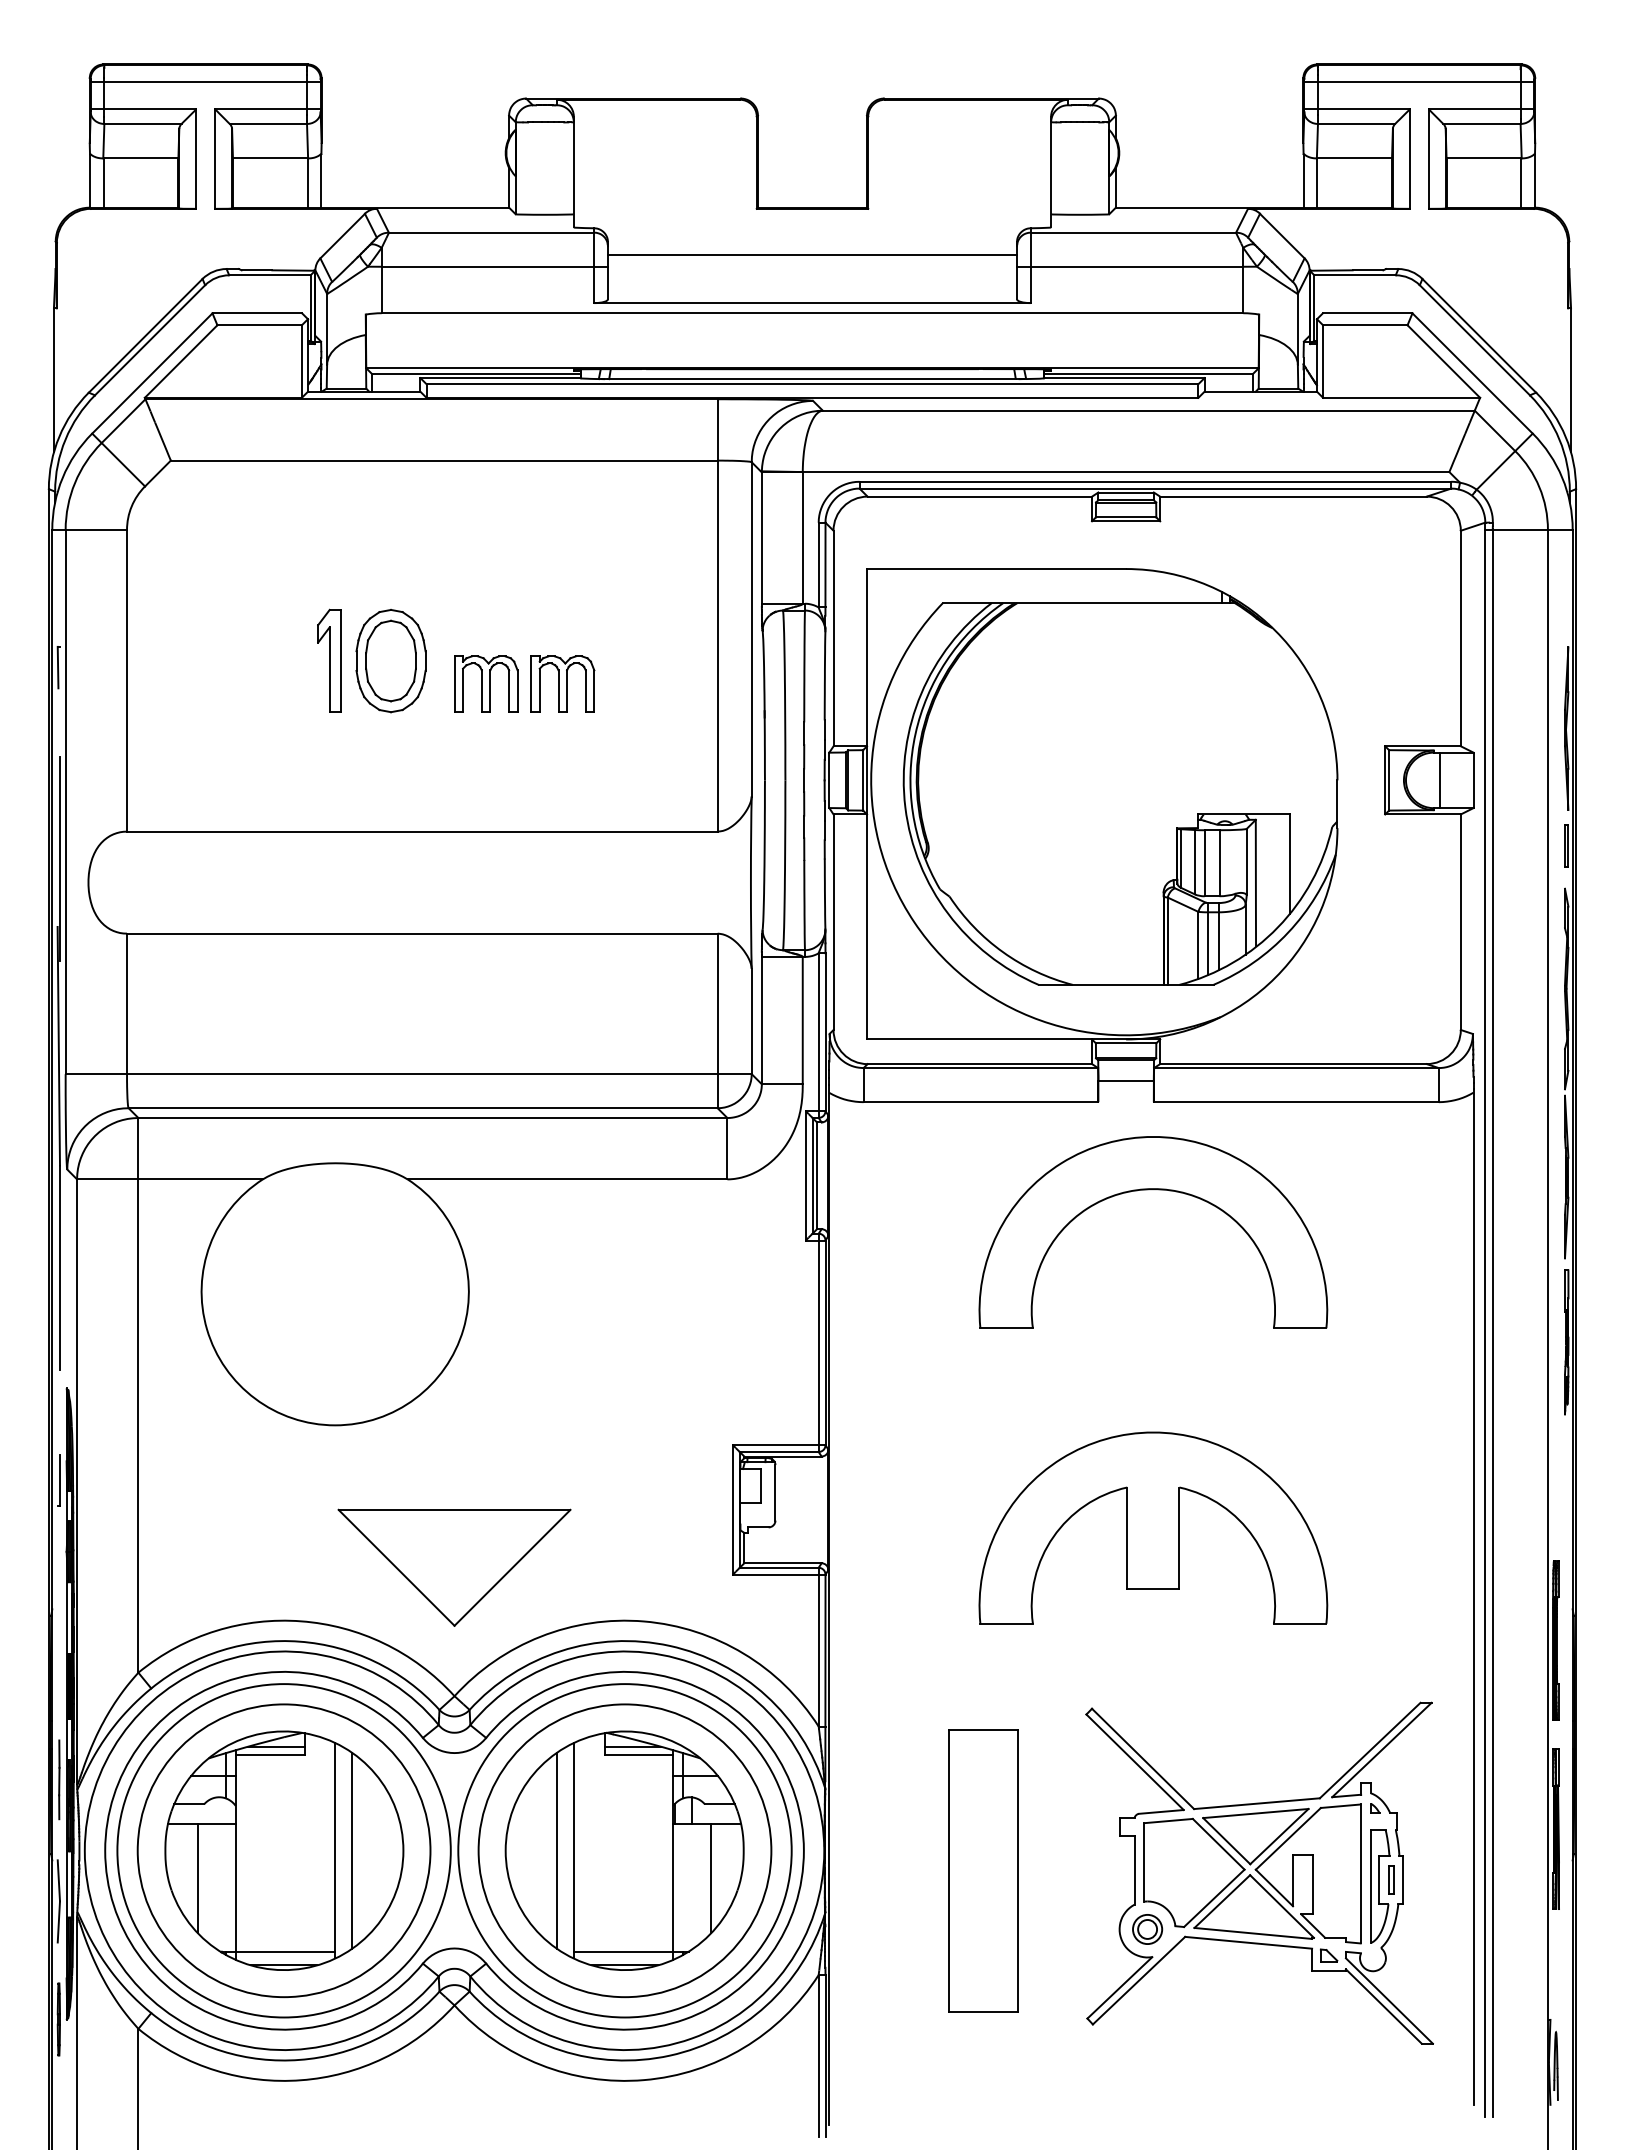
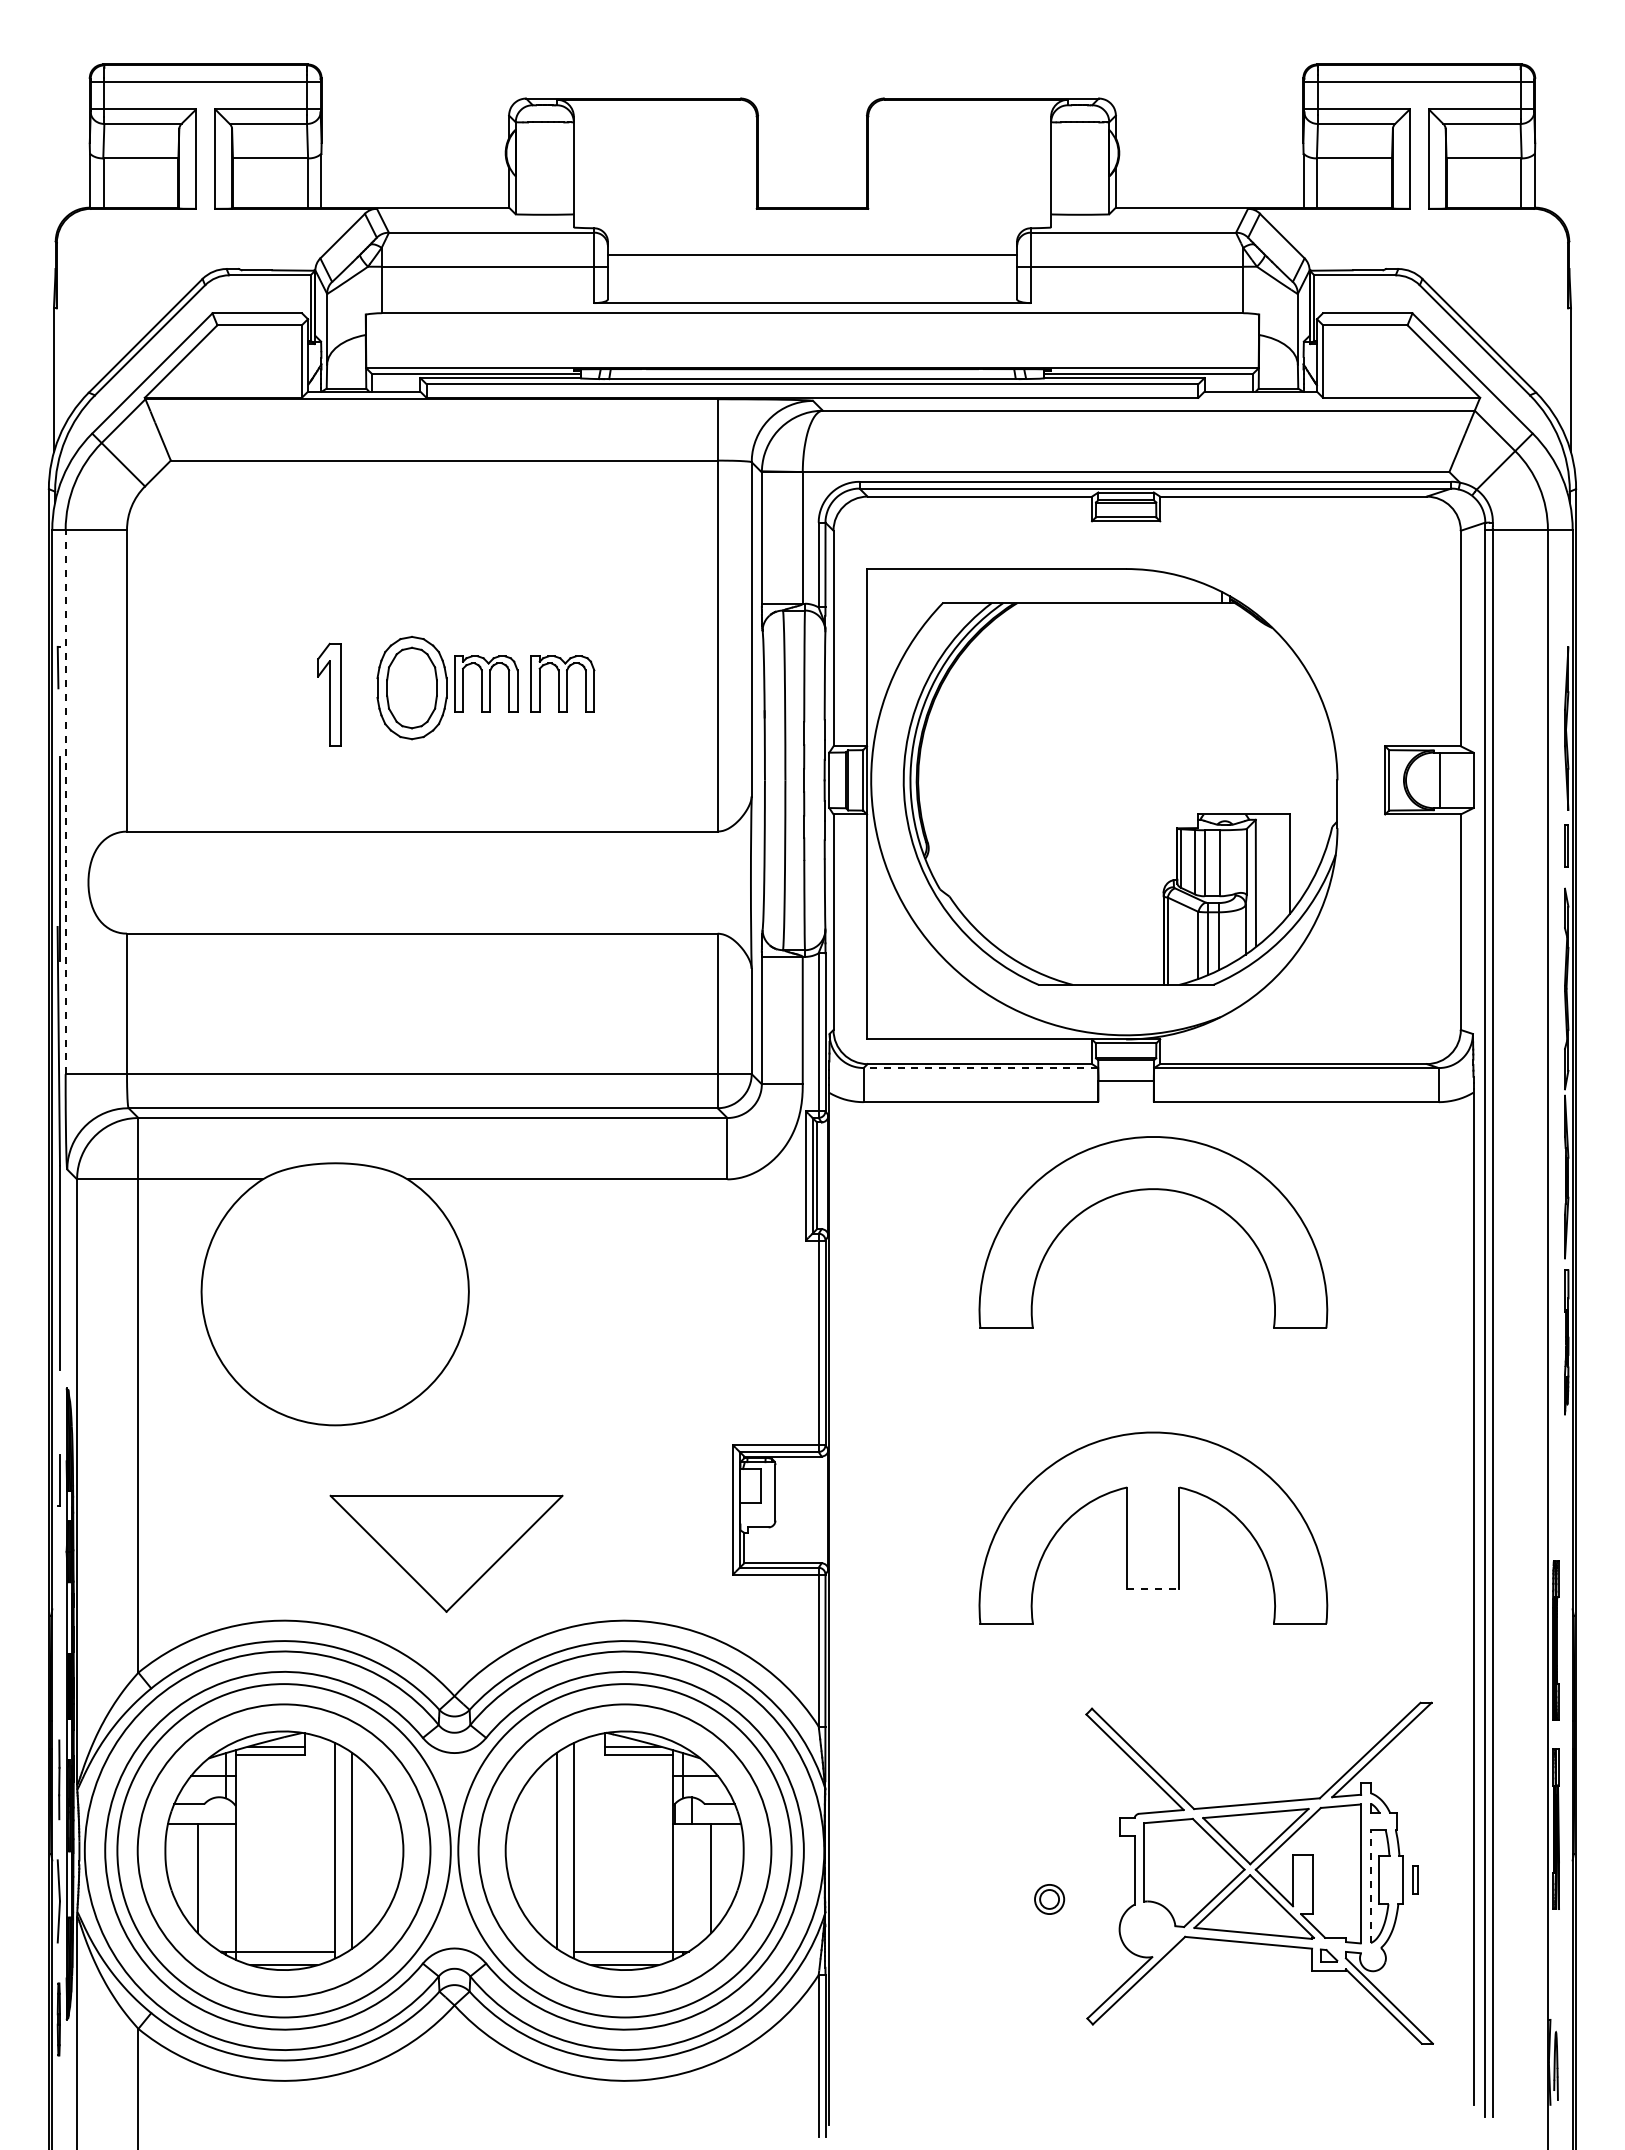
part at (329, 660) position: (329, 660) -> (329, 694)
part at (390, 661) position: (390, 661) -> (411, 688)
line at (65, 801): solid -> dashed
line at (980, 1068): solid -> dashed
part at (454, 1567) position: (454, 1567) -> (446, 1553)
line at (1153, 1588): solid -> dashed
part at (983, 1870): present -> none
part at (1391, 1879) position: (1391, 1879) -> (1415, 1879)
line at (1370, 1886): solid -> dashed
part at (1147, 1929) position: (1147, 1929) -> (1049, 1899)
